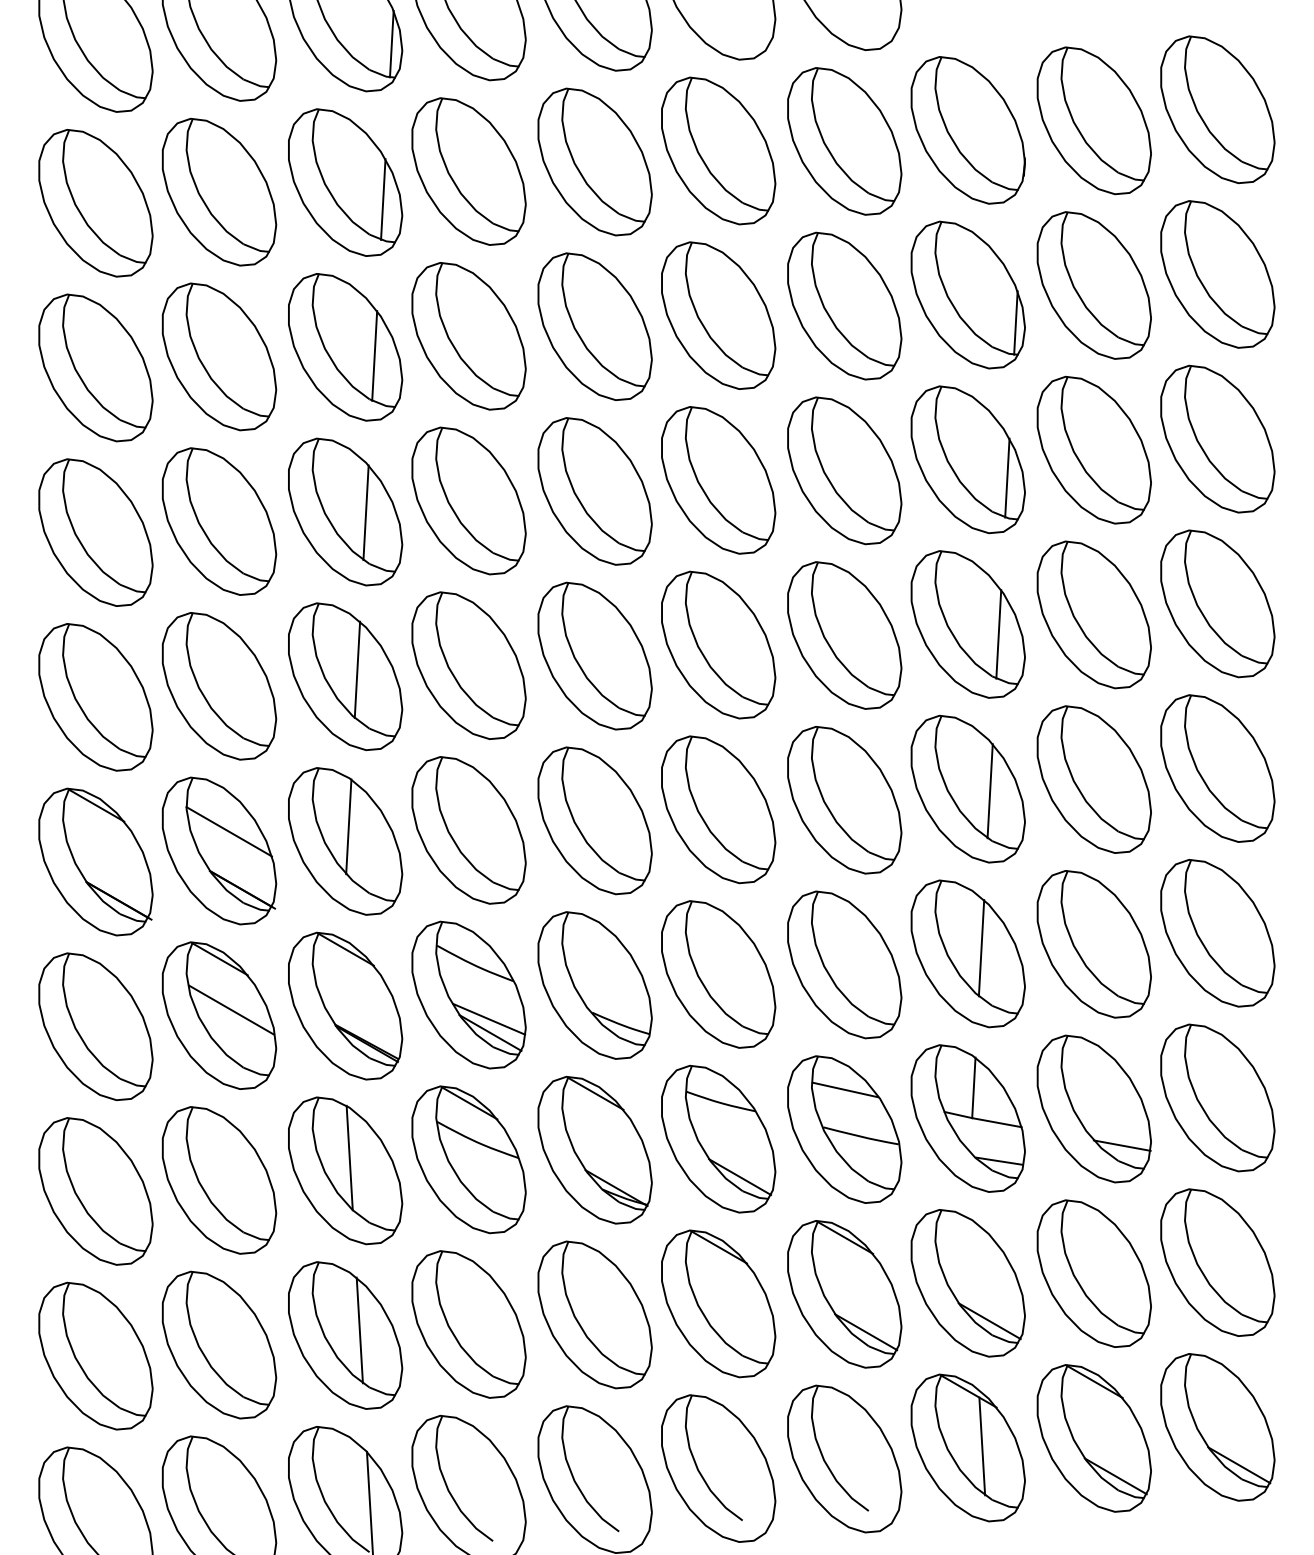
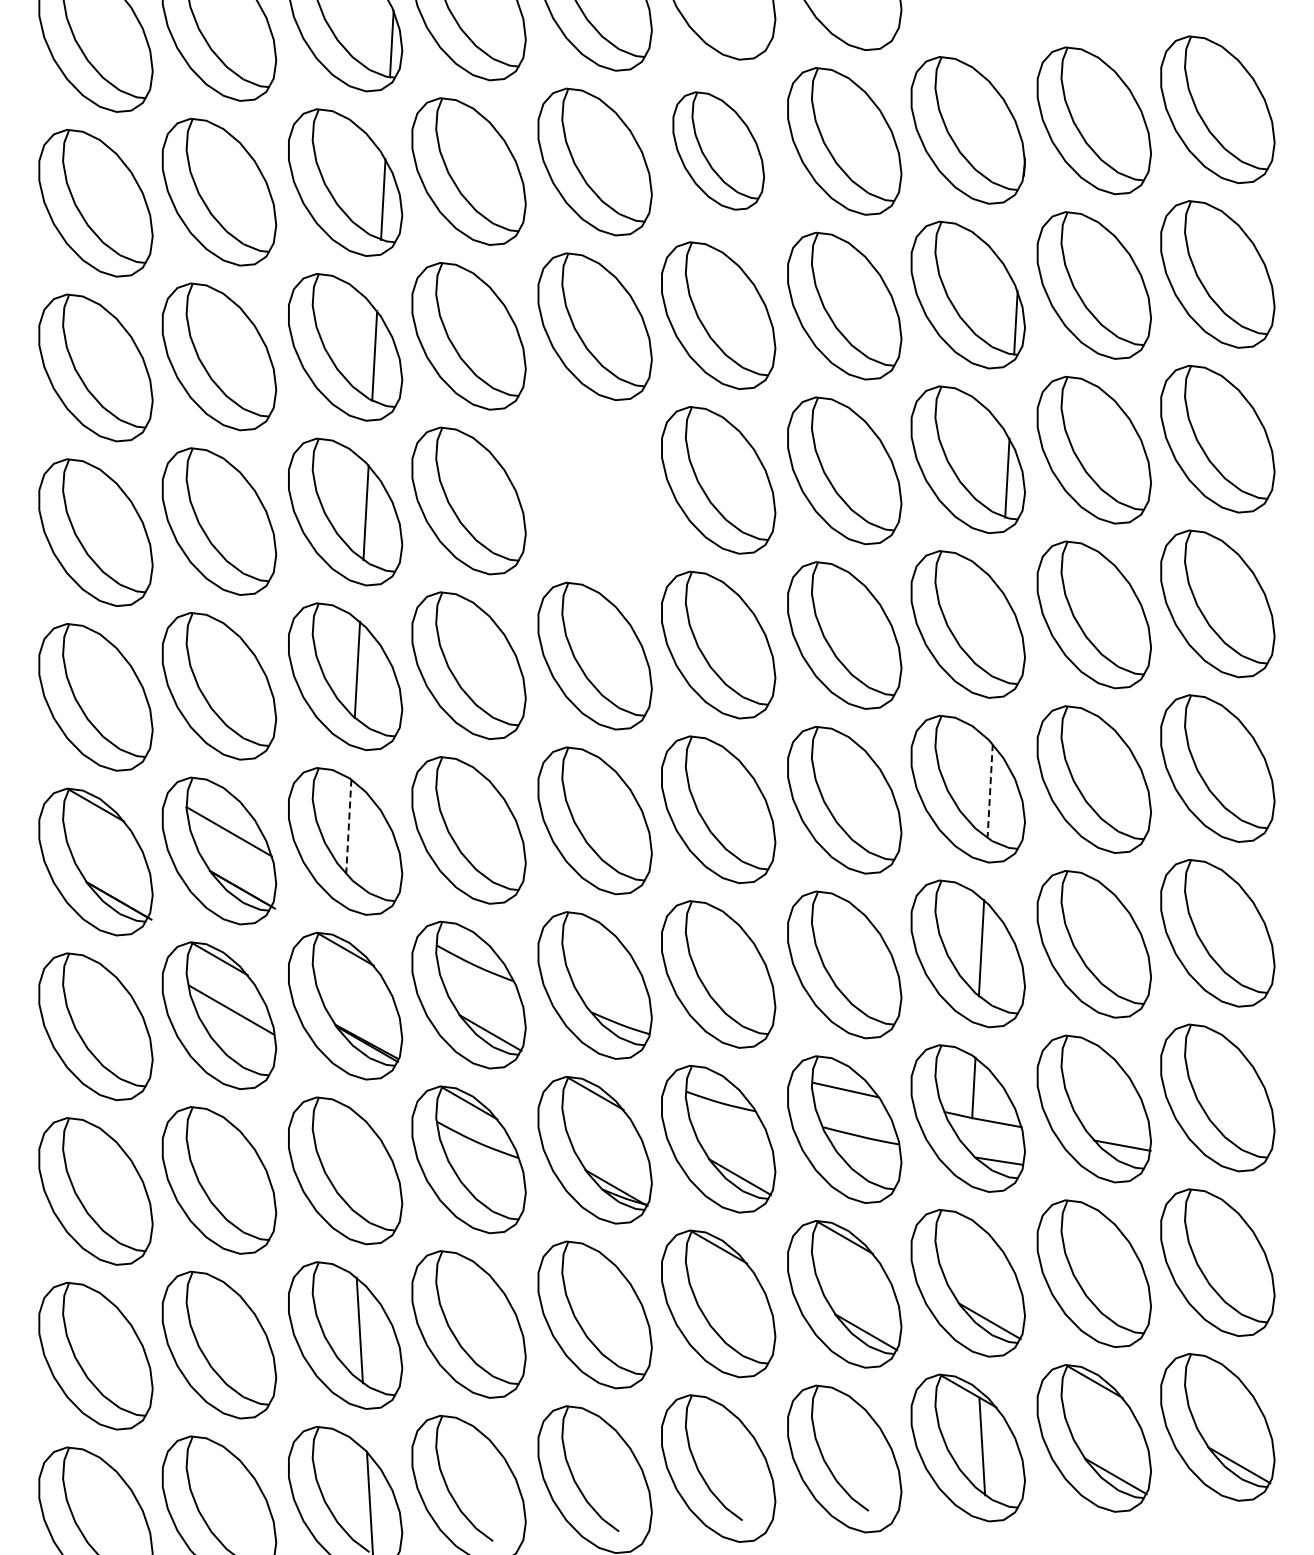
part at (718, 150) size: 116x150 px -> 93x120 px
part at (594, 491): present -> none
line at (998, 634): present -> none
line at (990, 791): solid -> dashed
line at (348, 827): solid -> dashed
line at (489, 1019): present -> none
line at (349, 1157): present -> none
